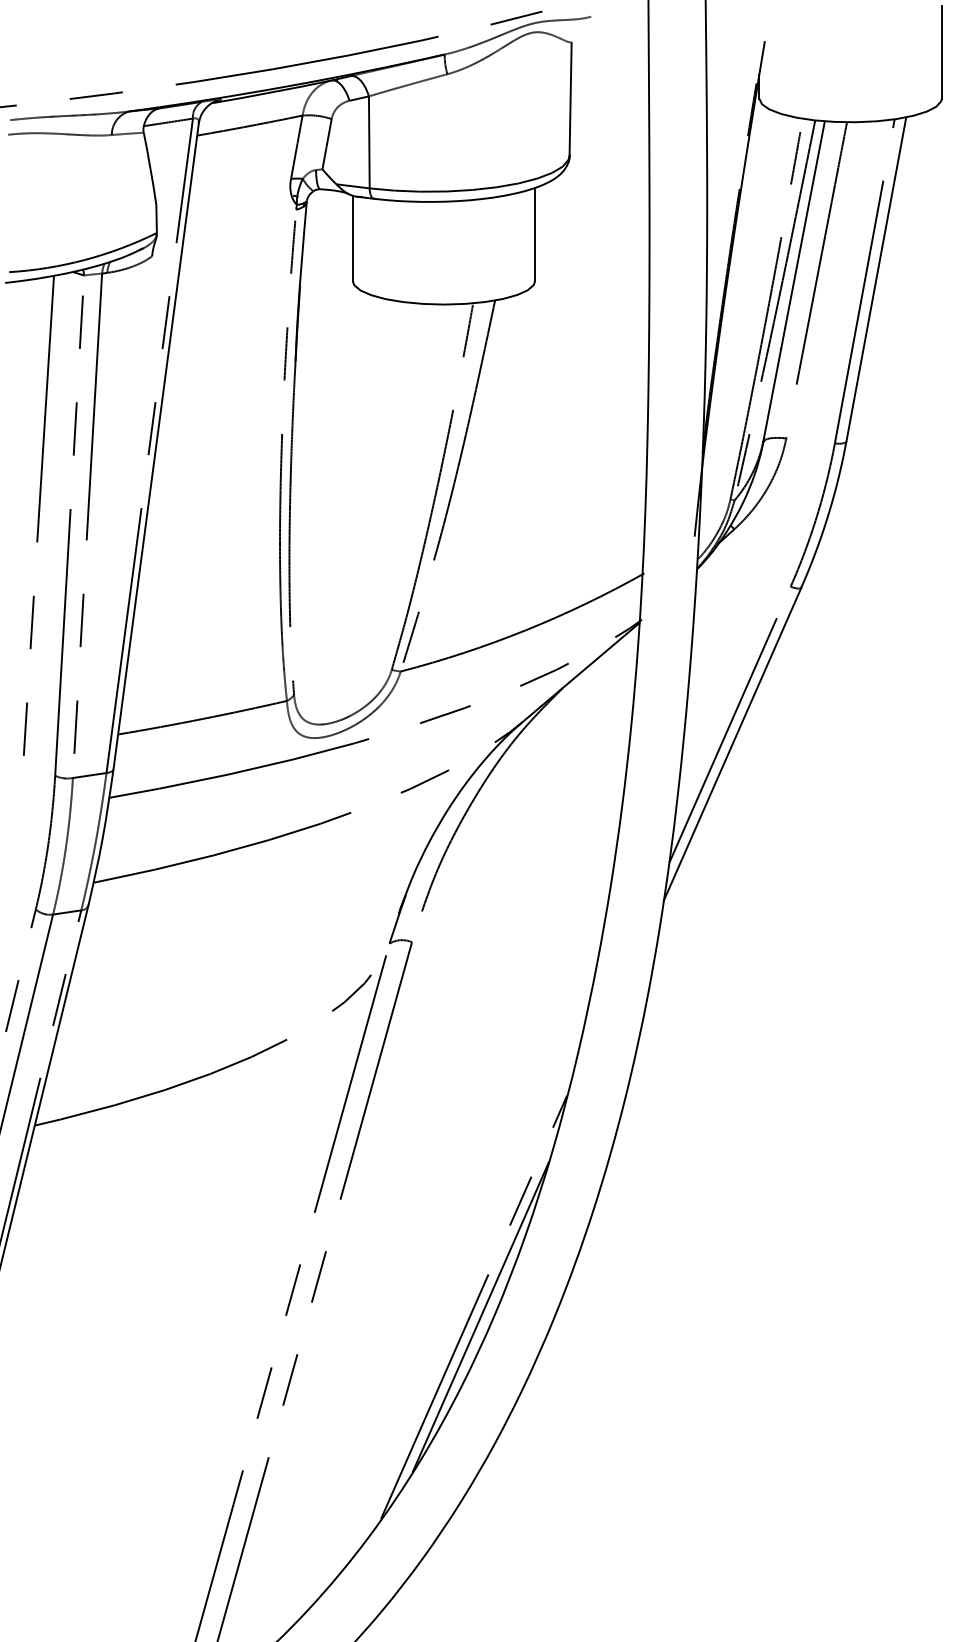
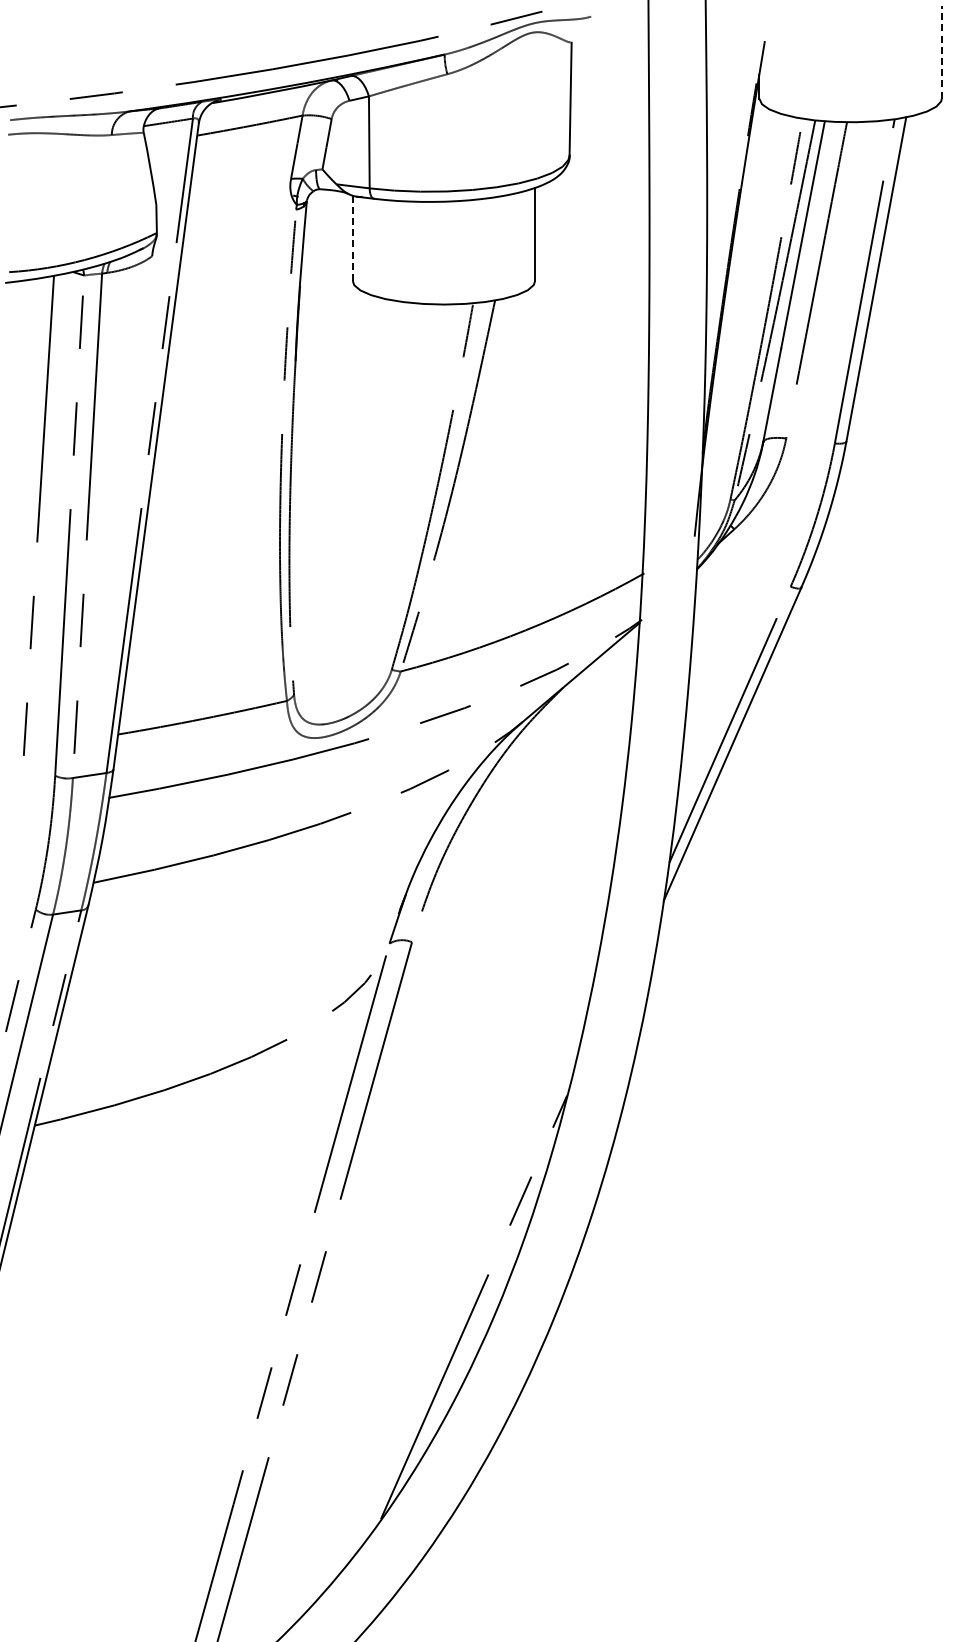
line at (941, 51): solid -> dashed
line at (352, 238): solid -> dashed
line at (480, 1316): present -> none
